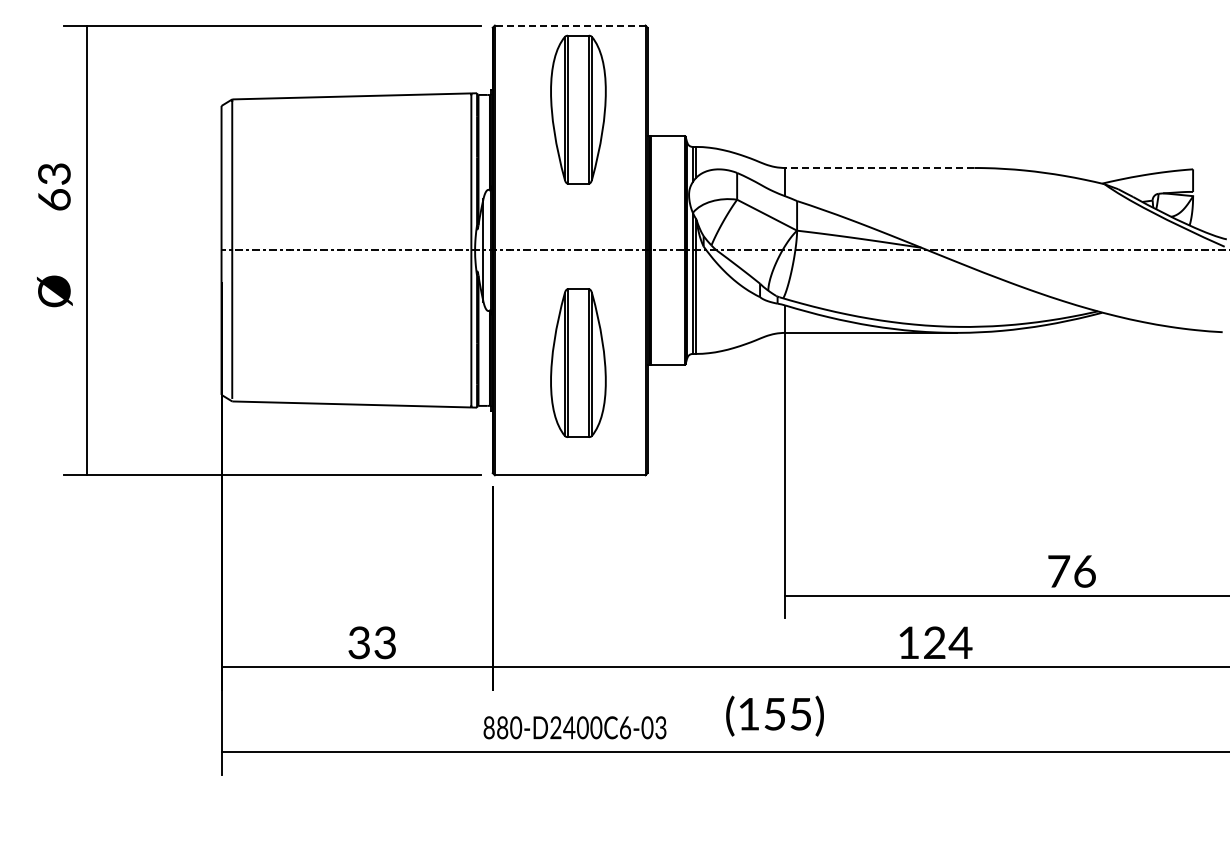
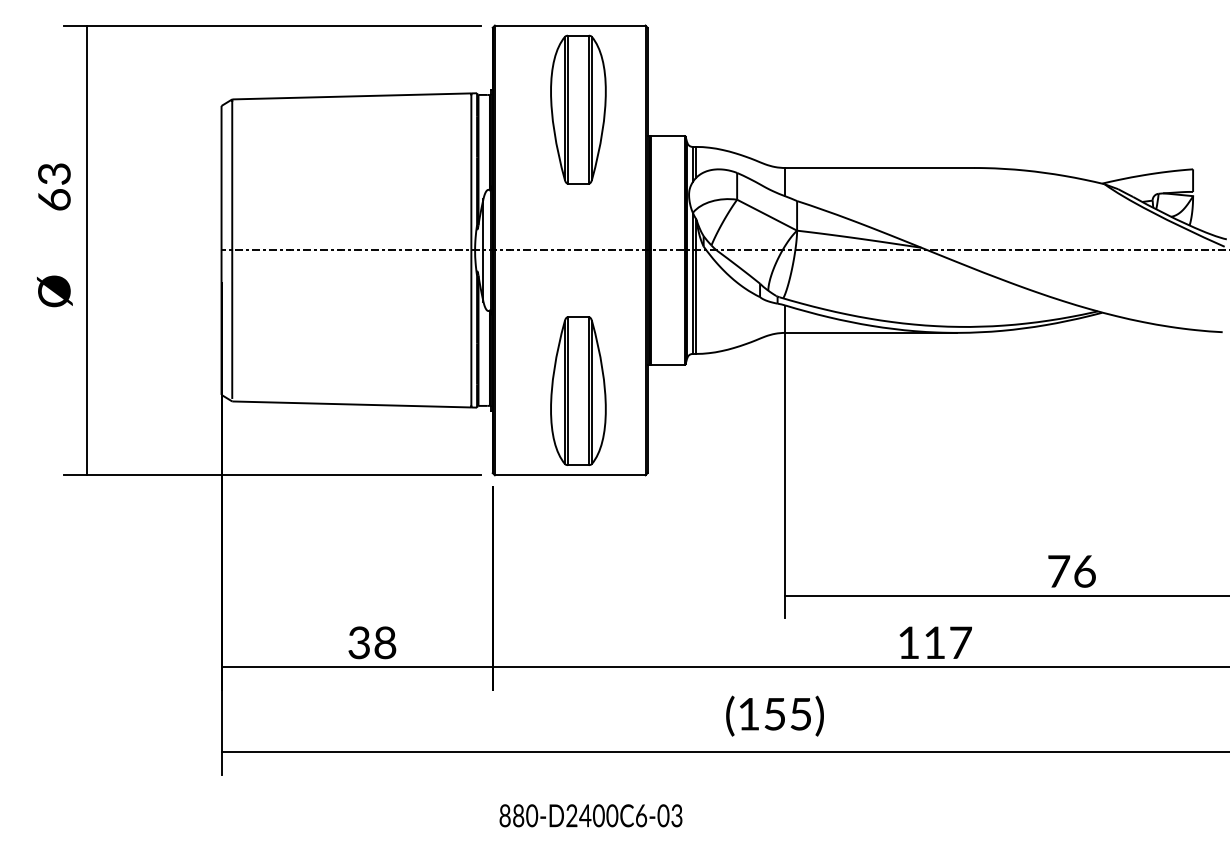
line at (569, 25): dashed -> solid
line at (879, 168): dashed -> solid
part at (578, 362) position: (578, 362) -> (578, 390)
text at (385, 642): 33 -> 38
text at (948, 642): 124 -> 117
text at (574, 727) position: (574, 727) -> (590, 815)
